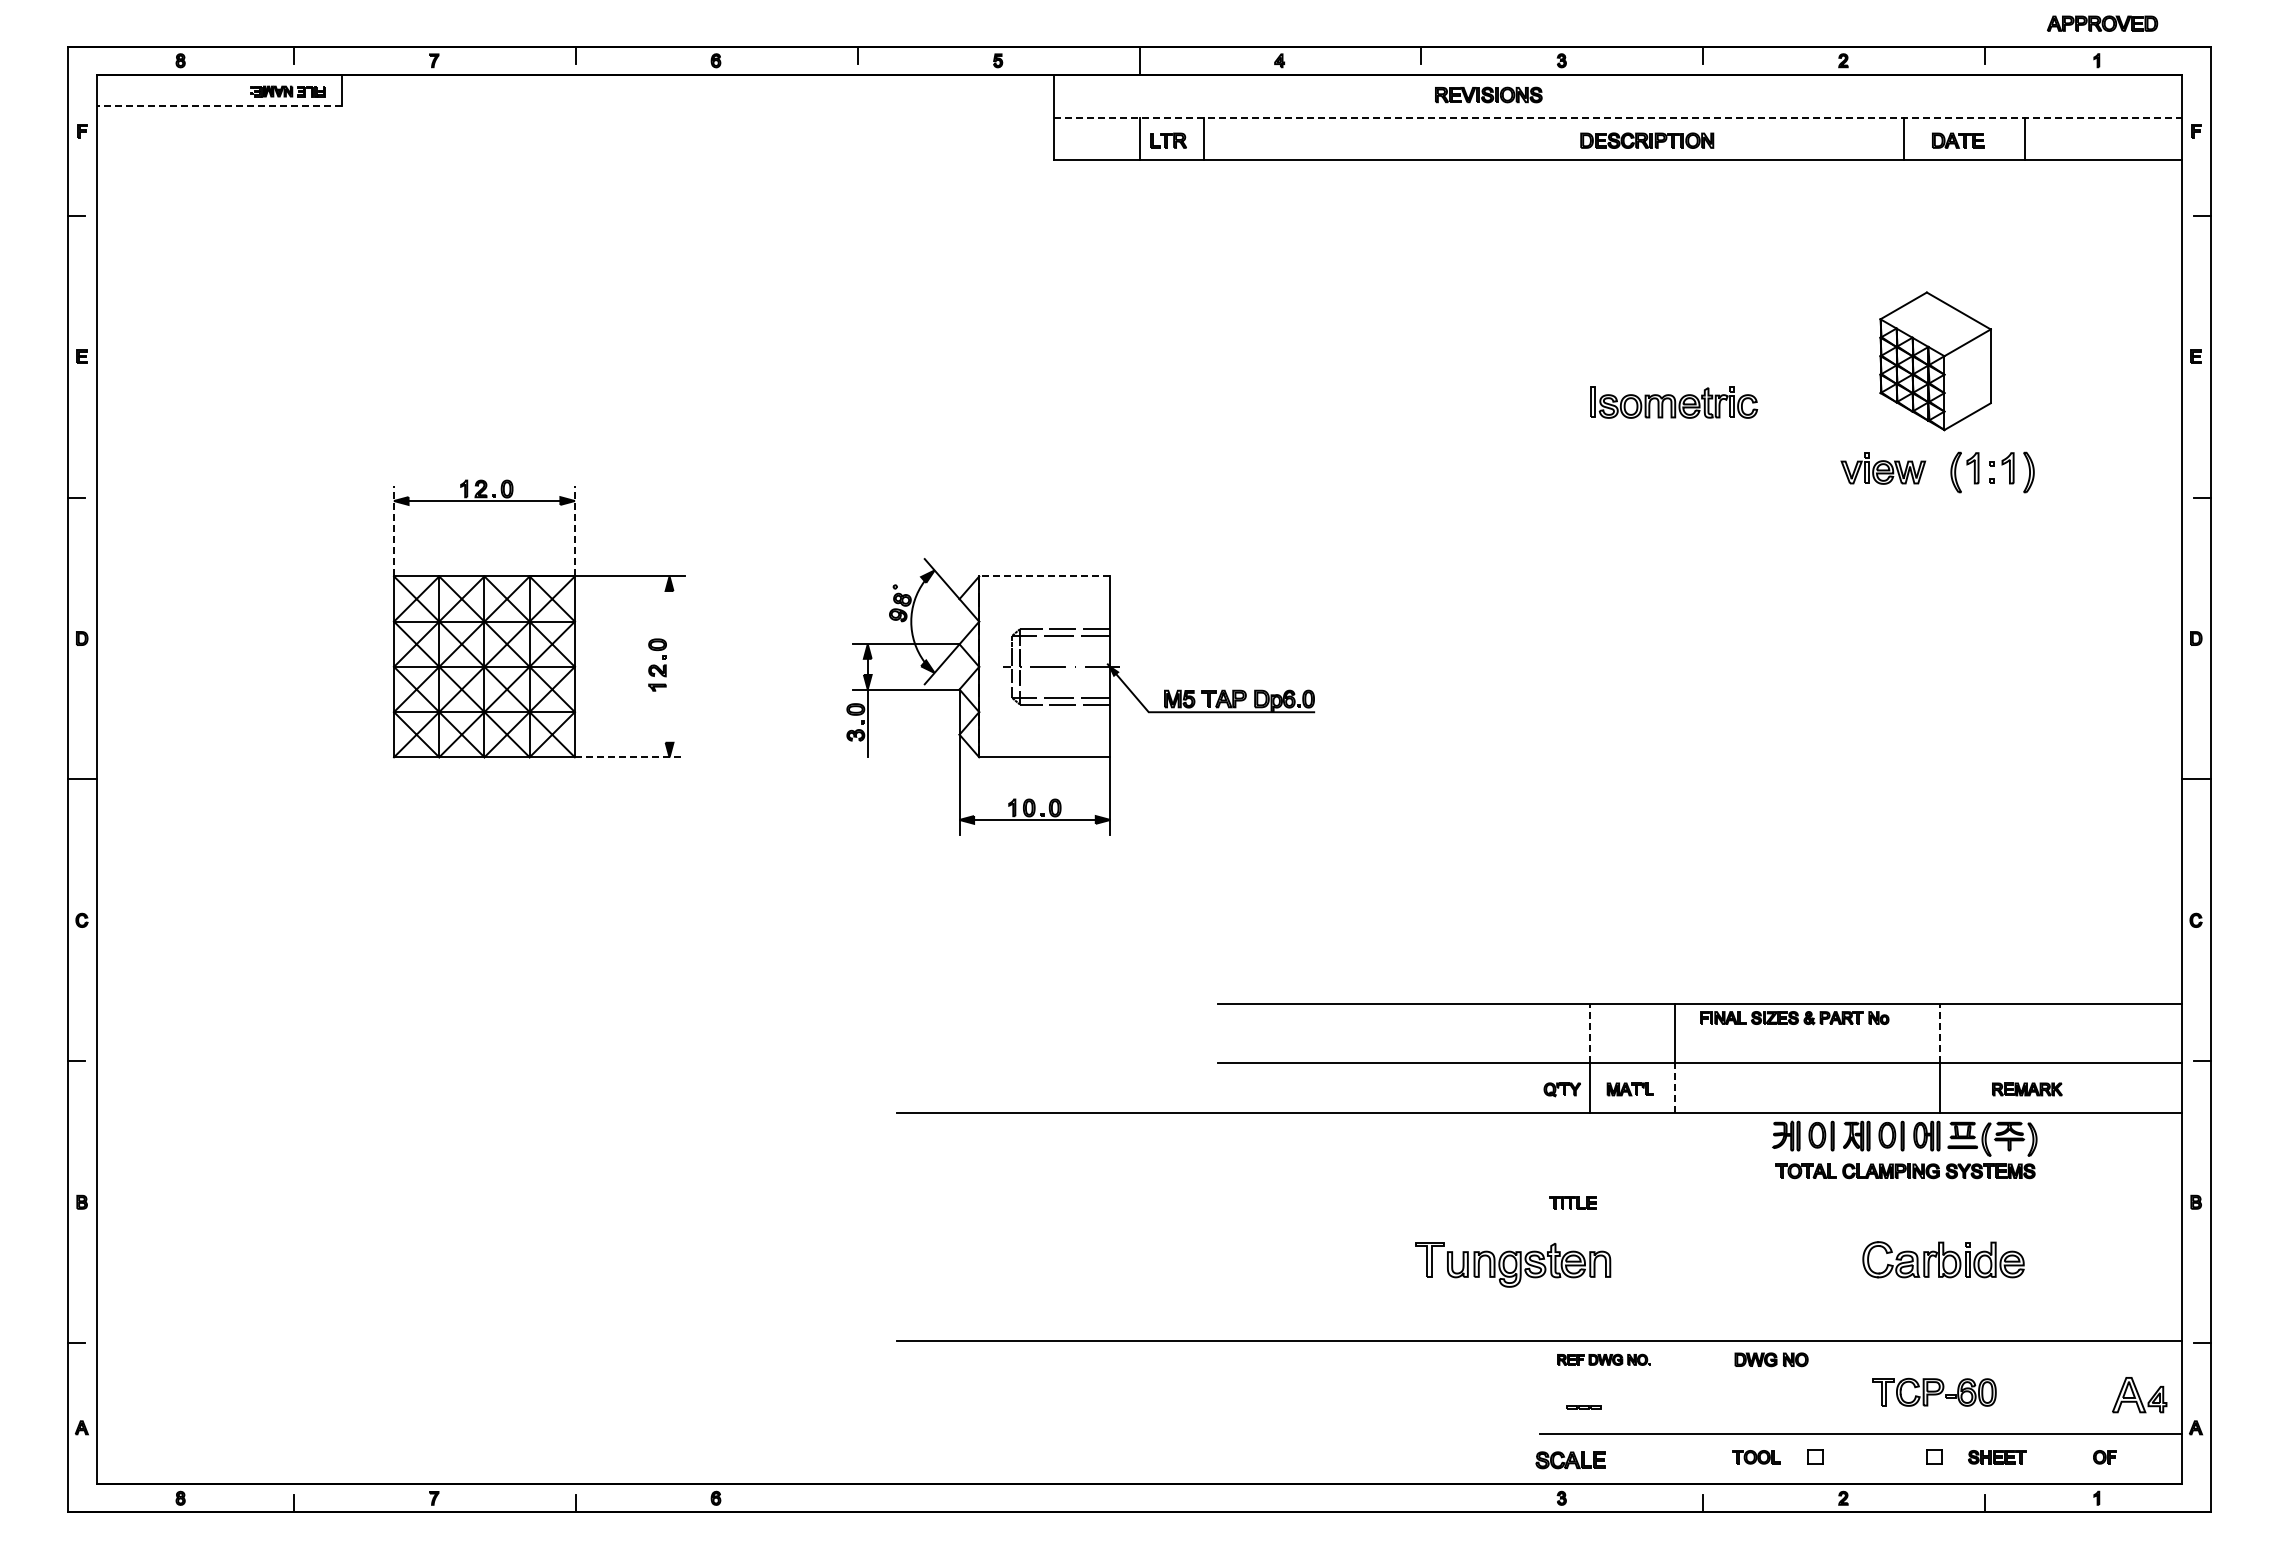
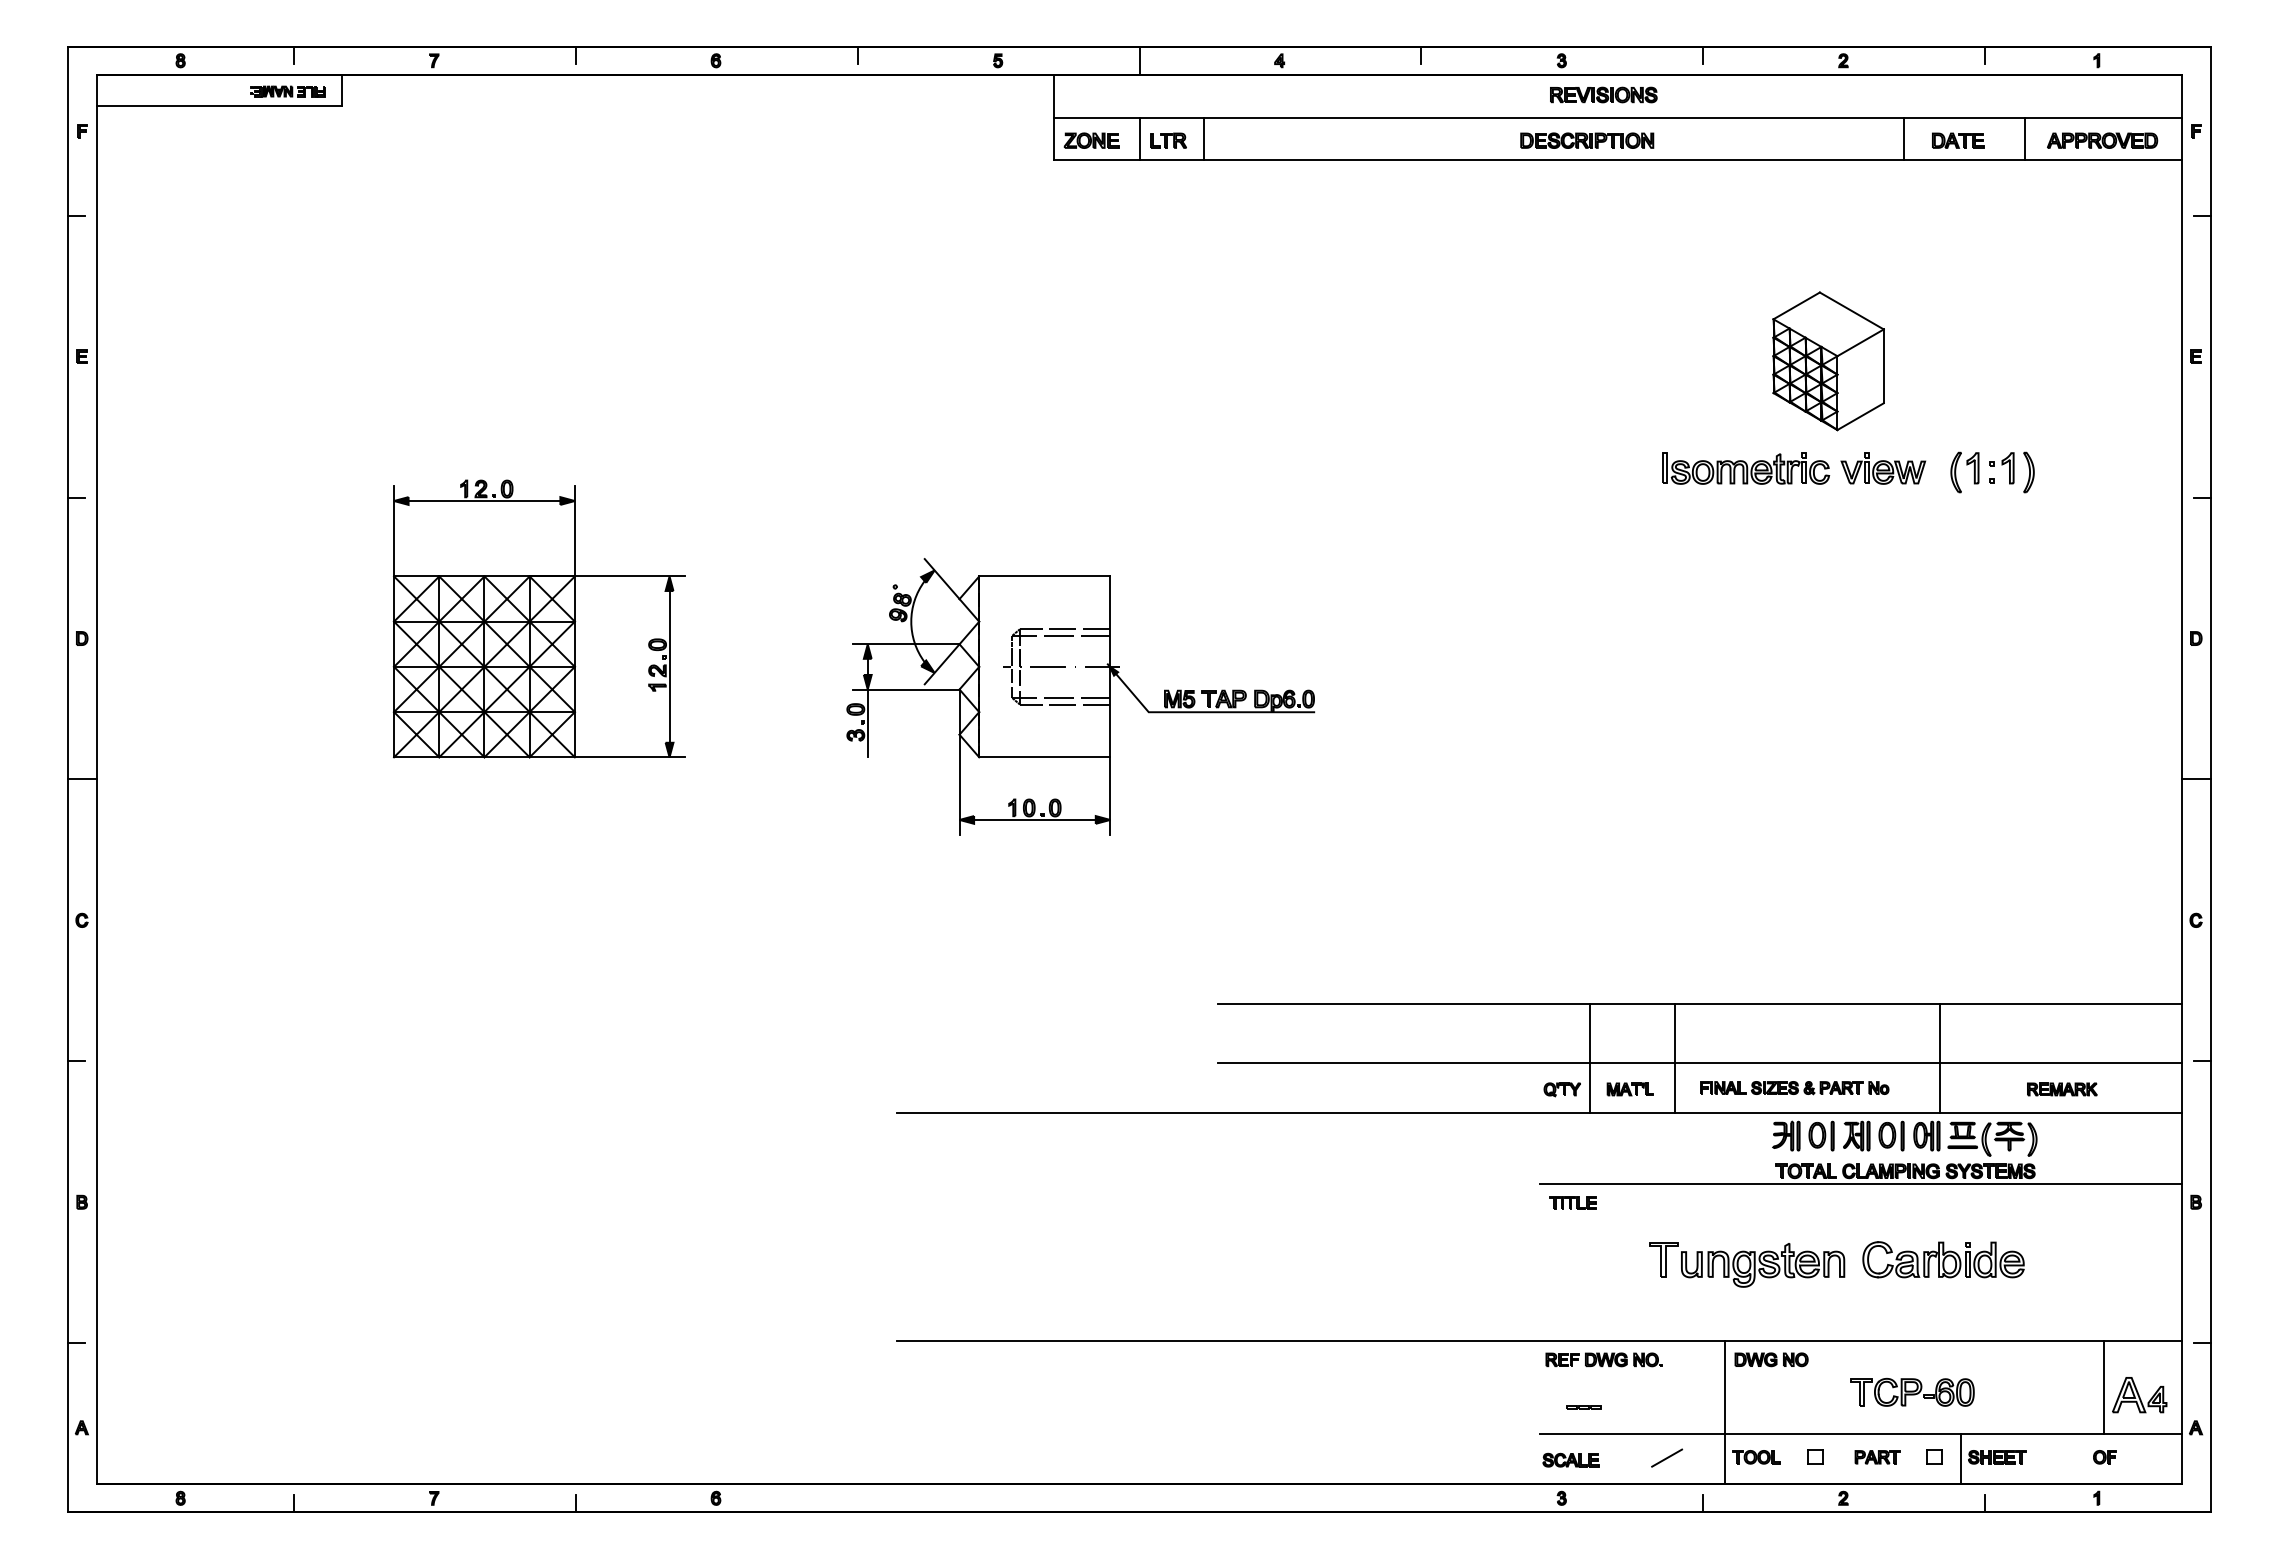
part at (2102, 23) position: (2102, 23) -> (2102, 140)
part at (1488, 94) position: (1488, 94) -> (1603, 94)
line at (219, 105): dashed -> solid
line at (1618, 117): dashed -> solid
part at (1091, 140): none -> present
part at (1647, 140) position: (1647, 140) -> (1587, 140)
part at (1935, 361) position: (1935, 361) -> (1828, 361)
part at (1674, 402) position: (1674, 402) -> (1746, 468)
line at (394, 530): dashed -> solid
line at (574, 530): dashed -> solid
line at (1044, 576): dashed -> solid
line at (669, 666): none -> present
line at (629, 757): dashed -> solid
part at (1794, 1018) position: (1794, 1018) -> (1794, 1088)
line at (1589, 1033): dashed -> solid
line at (1939, 1033): dashed -> solid
line at (1675, 1087): dashed -> solid
part at (2027, 1089) position: (2027, 1089) -> (2062, 1089)
line at (1860, 1184): none -> present
part at (1513, 1264) position: (1513, 1264) -> (1747, 1264)
part at (1603, 1359) size: 94x13 px -> 118x16 px
line at (2103, 1387): none -> present
part at (1934, 1391) position: (1934, 1391) -> (1912, 1391)
line at (1725, 1412): none -> present
line at (1667, 1457): none -> present
part at (1877, 1457): none -> present
line at (1961, 1459): none -> present
part at (1570, 1460) size: 71x19 px -> 58x16 px
